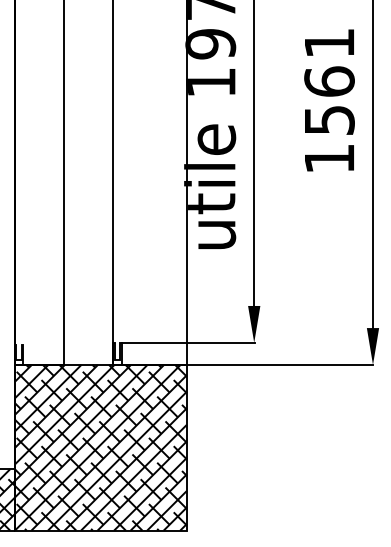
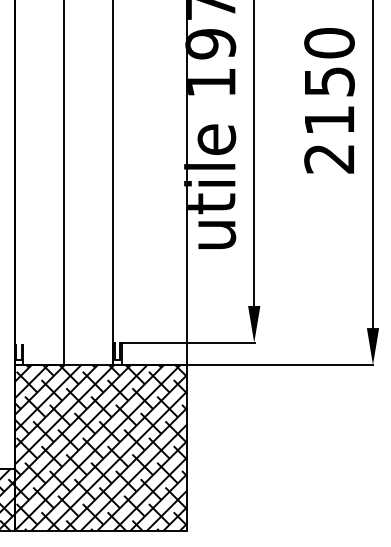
text at (329, 100): 1561 -> 2150
